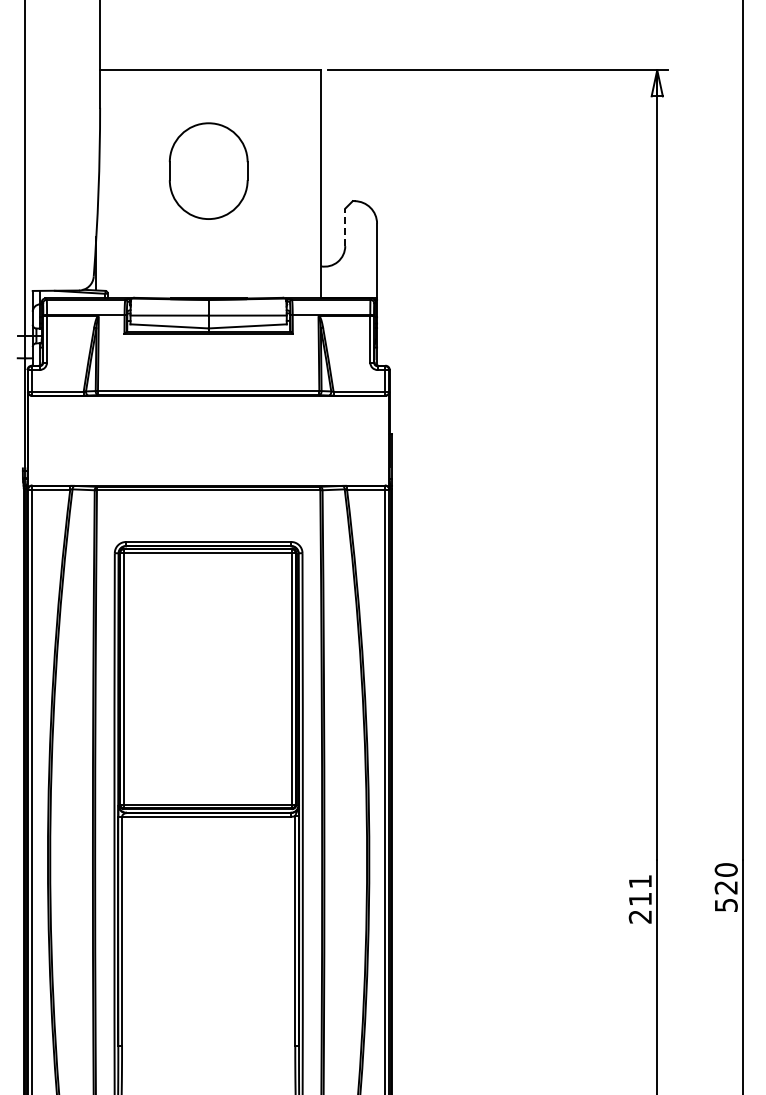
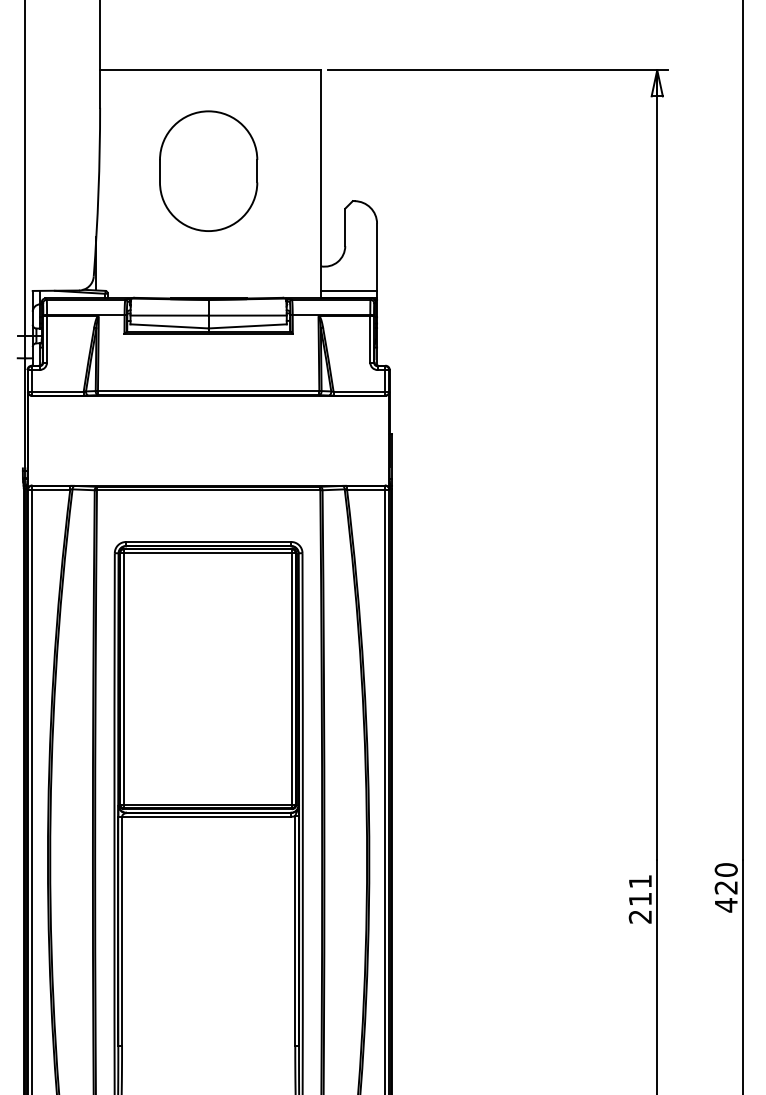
part at (208, 170) size: 81x98 px -> 100x122 px
line at (345, 227): dashed -> solid
line at (348, 291): none -> present
text at (726, 905): 520 -> 420
